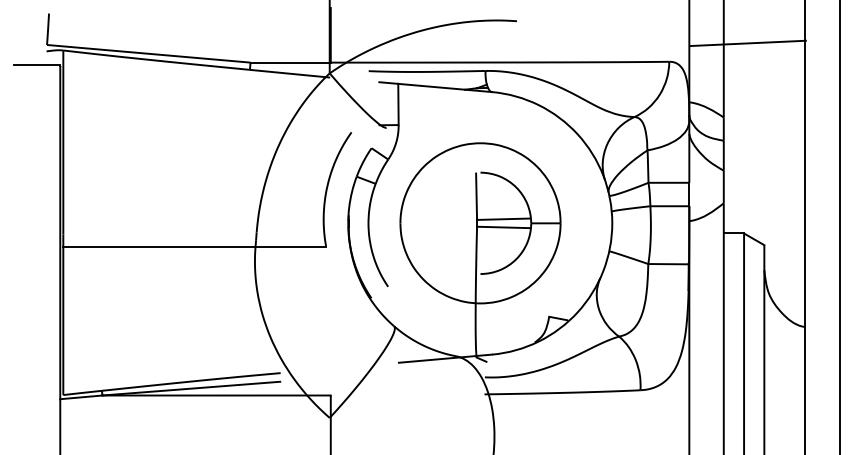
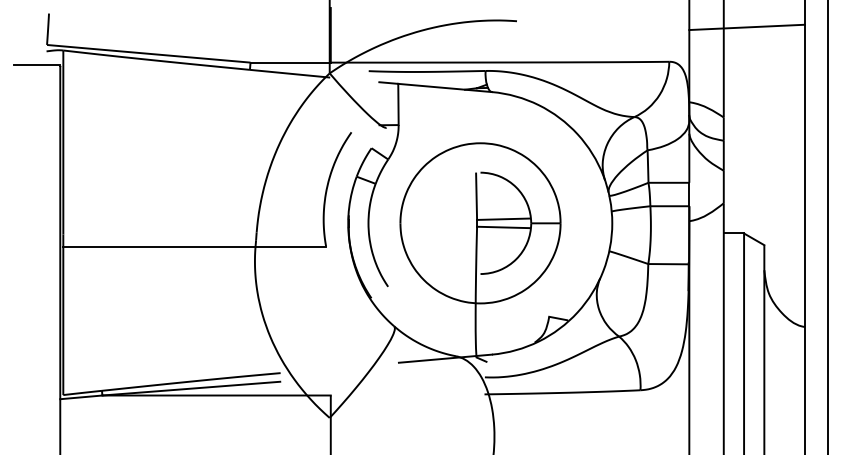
line at (747, 43) position: (747, 43) -> (746, 27)
line at (840, 226) position: (840, 226) -> (828, 226)
